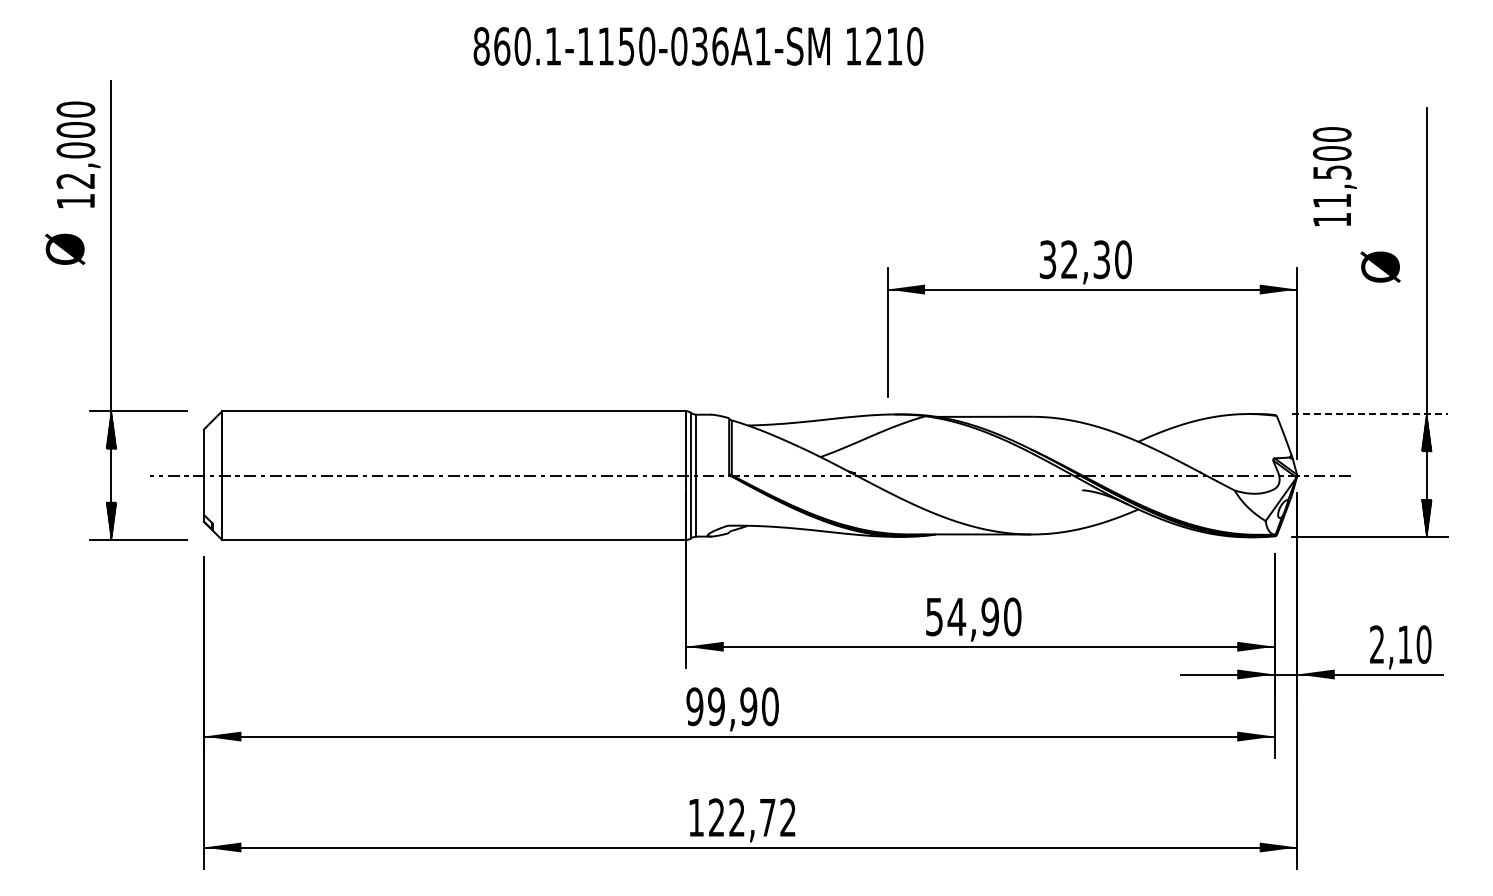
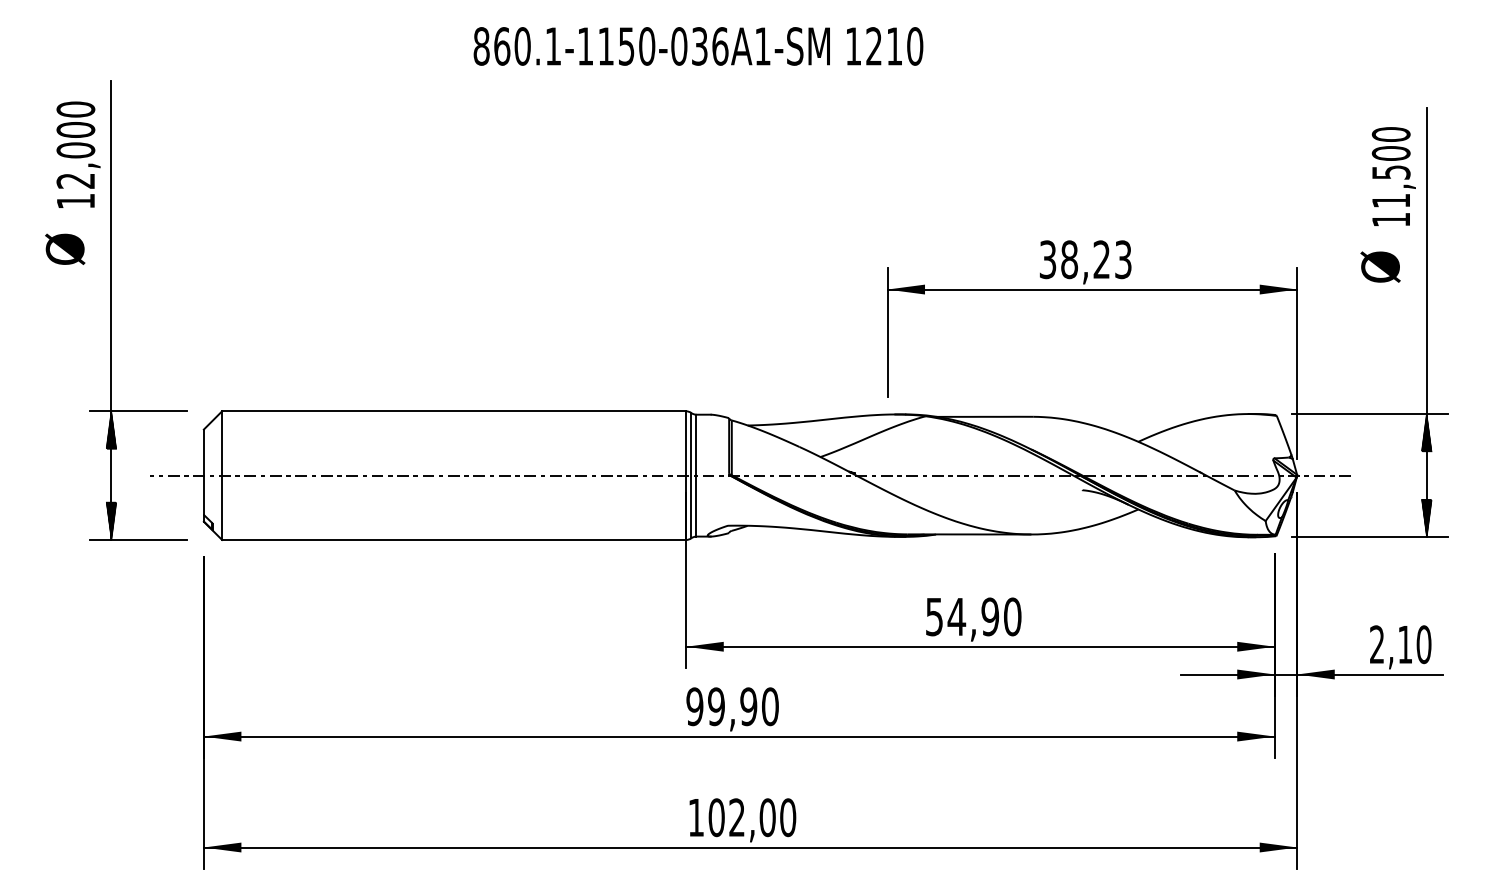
text at (1334, 176) position: (1334, 176) -> (1393, 176)
text at (1096, 259): 32,30 -> 38,23
line at (1370, 414): dashed -> solid
text at (752, 817): 122,72 -> 102,00
